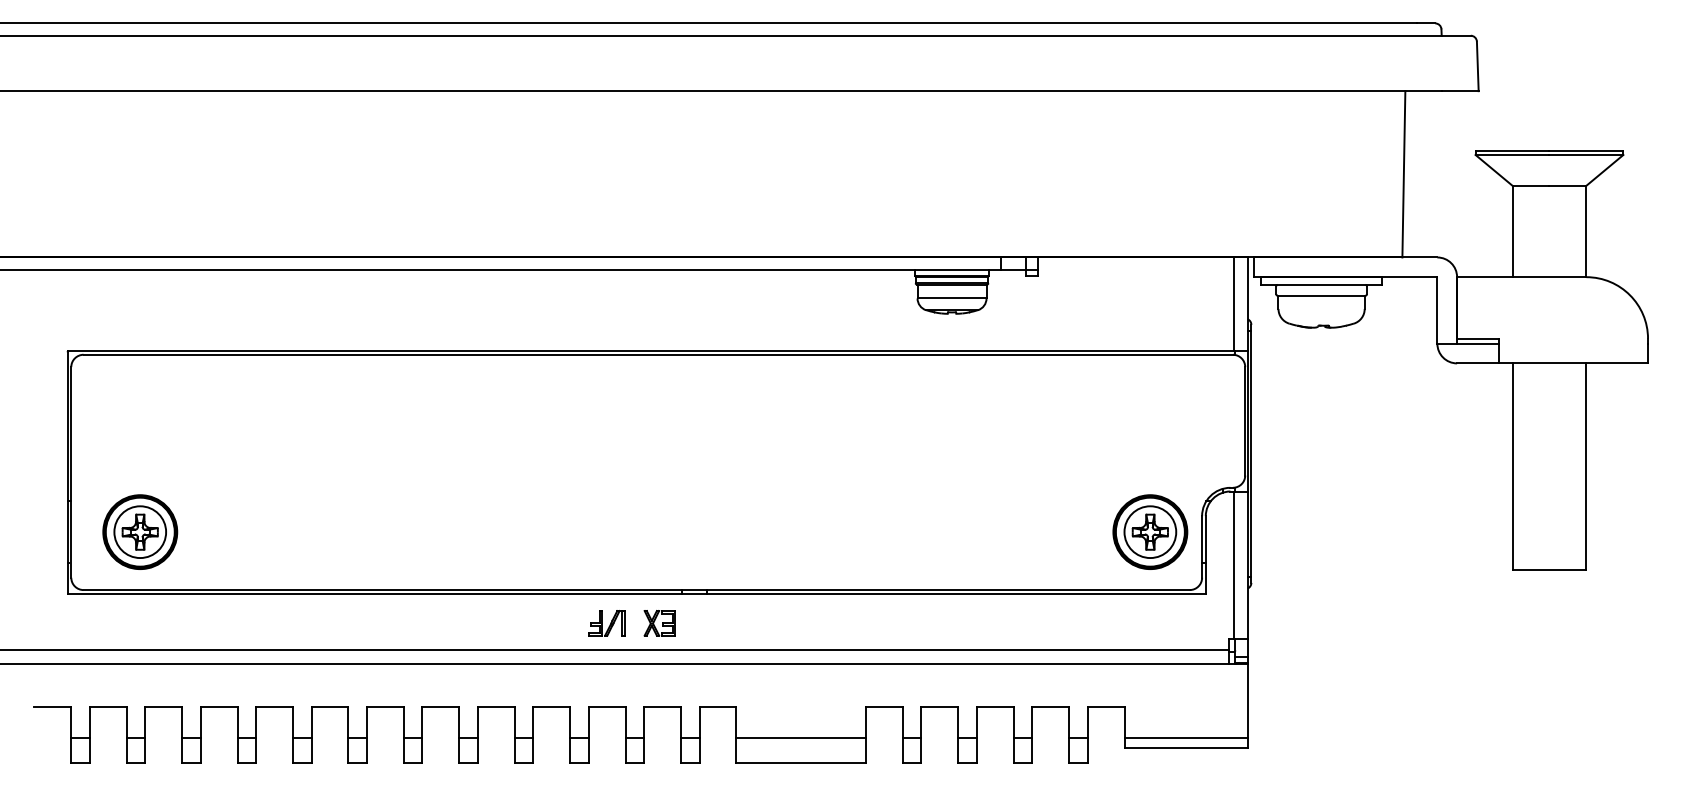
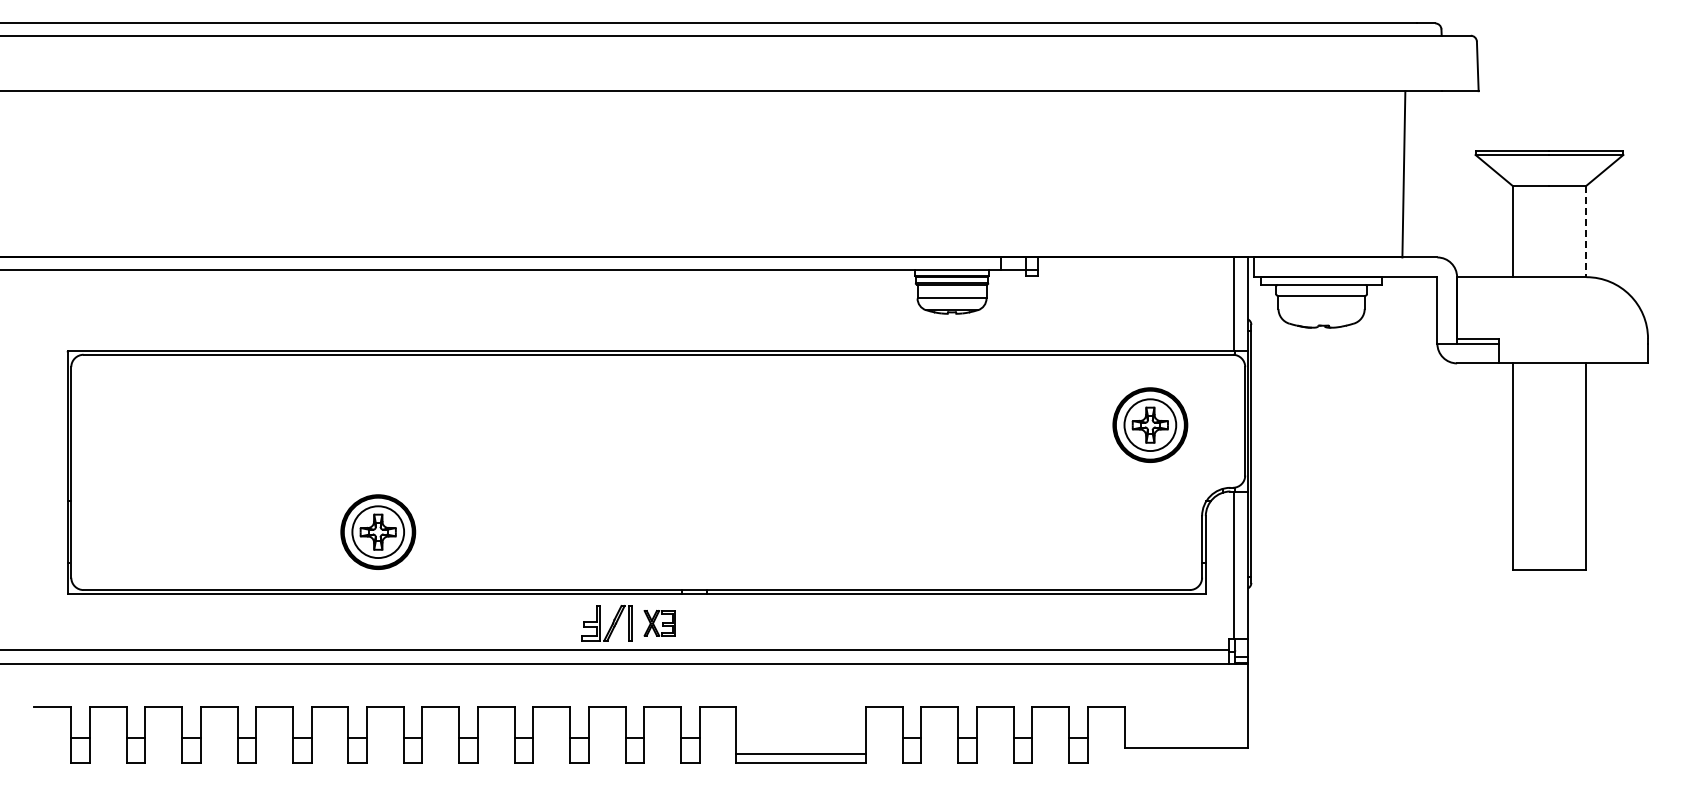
line at (1586, 231): solid -> dashed
part at (140, 531) position: (140, 531) -> (378, 531)
part at (1150, 531) position: (1150, 531) -> (1150, 424)
part at (606, 623) size: 38x27 px -> 52x37 px
line at (800, 737) position: (800, 737) -> (800, 753)
line at (1185, 737): present -> none
